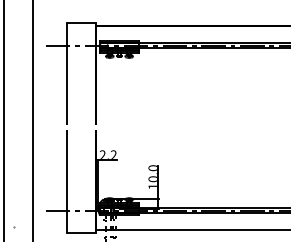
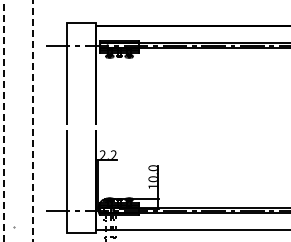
line at (4, 120): solid -> dashed
line at (33, 120): solid -> dashed
